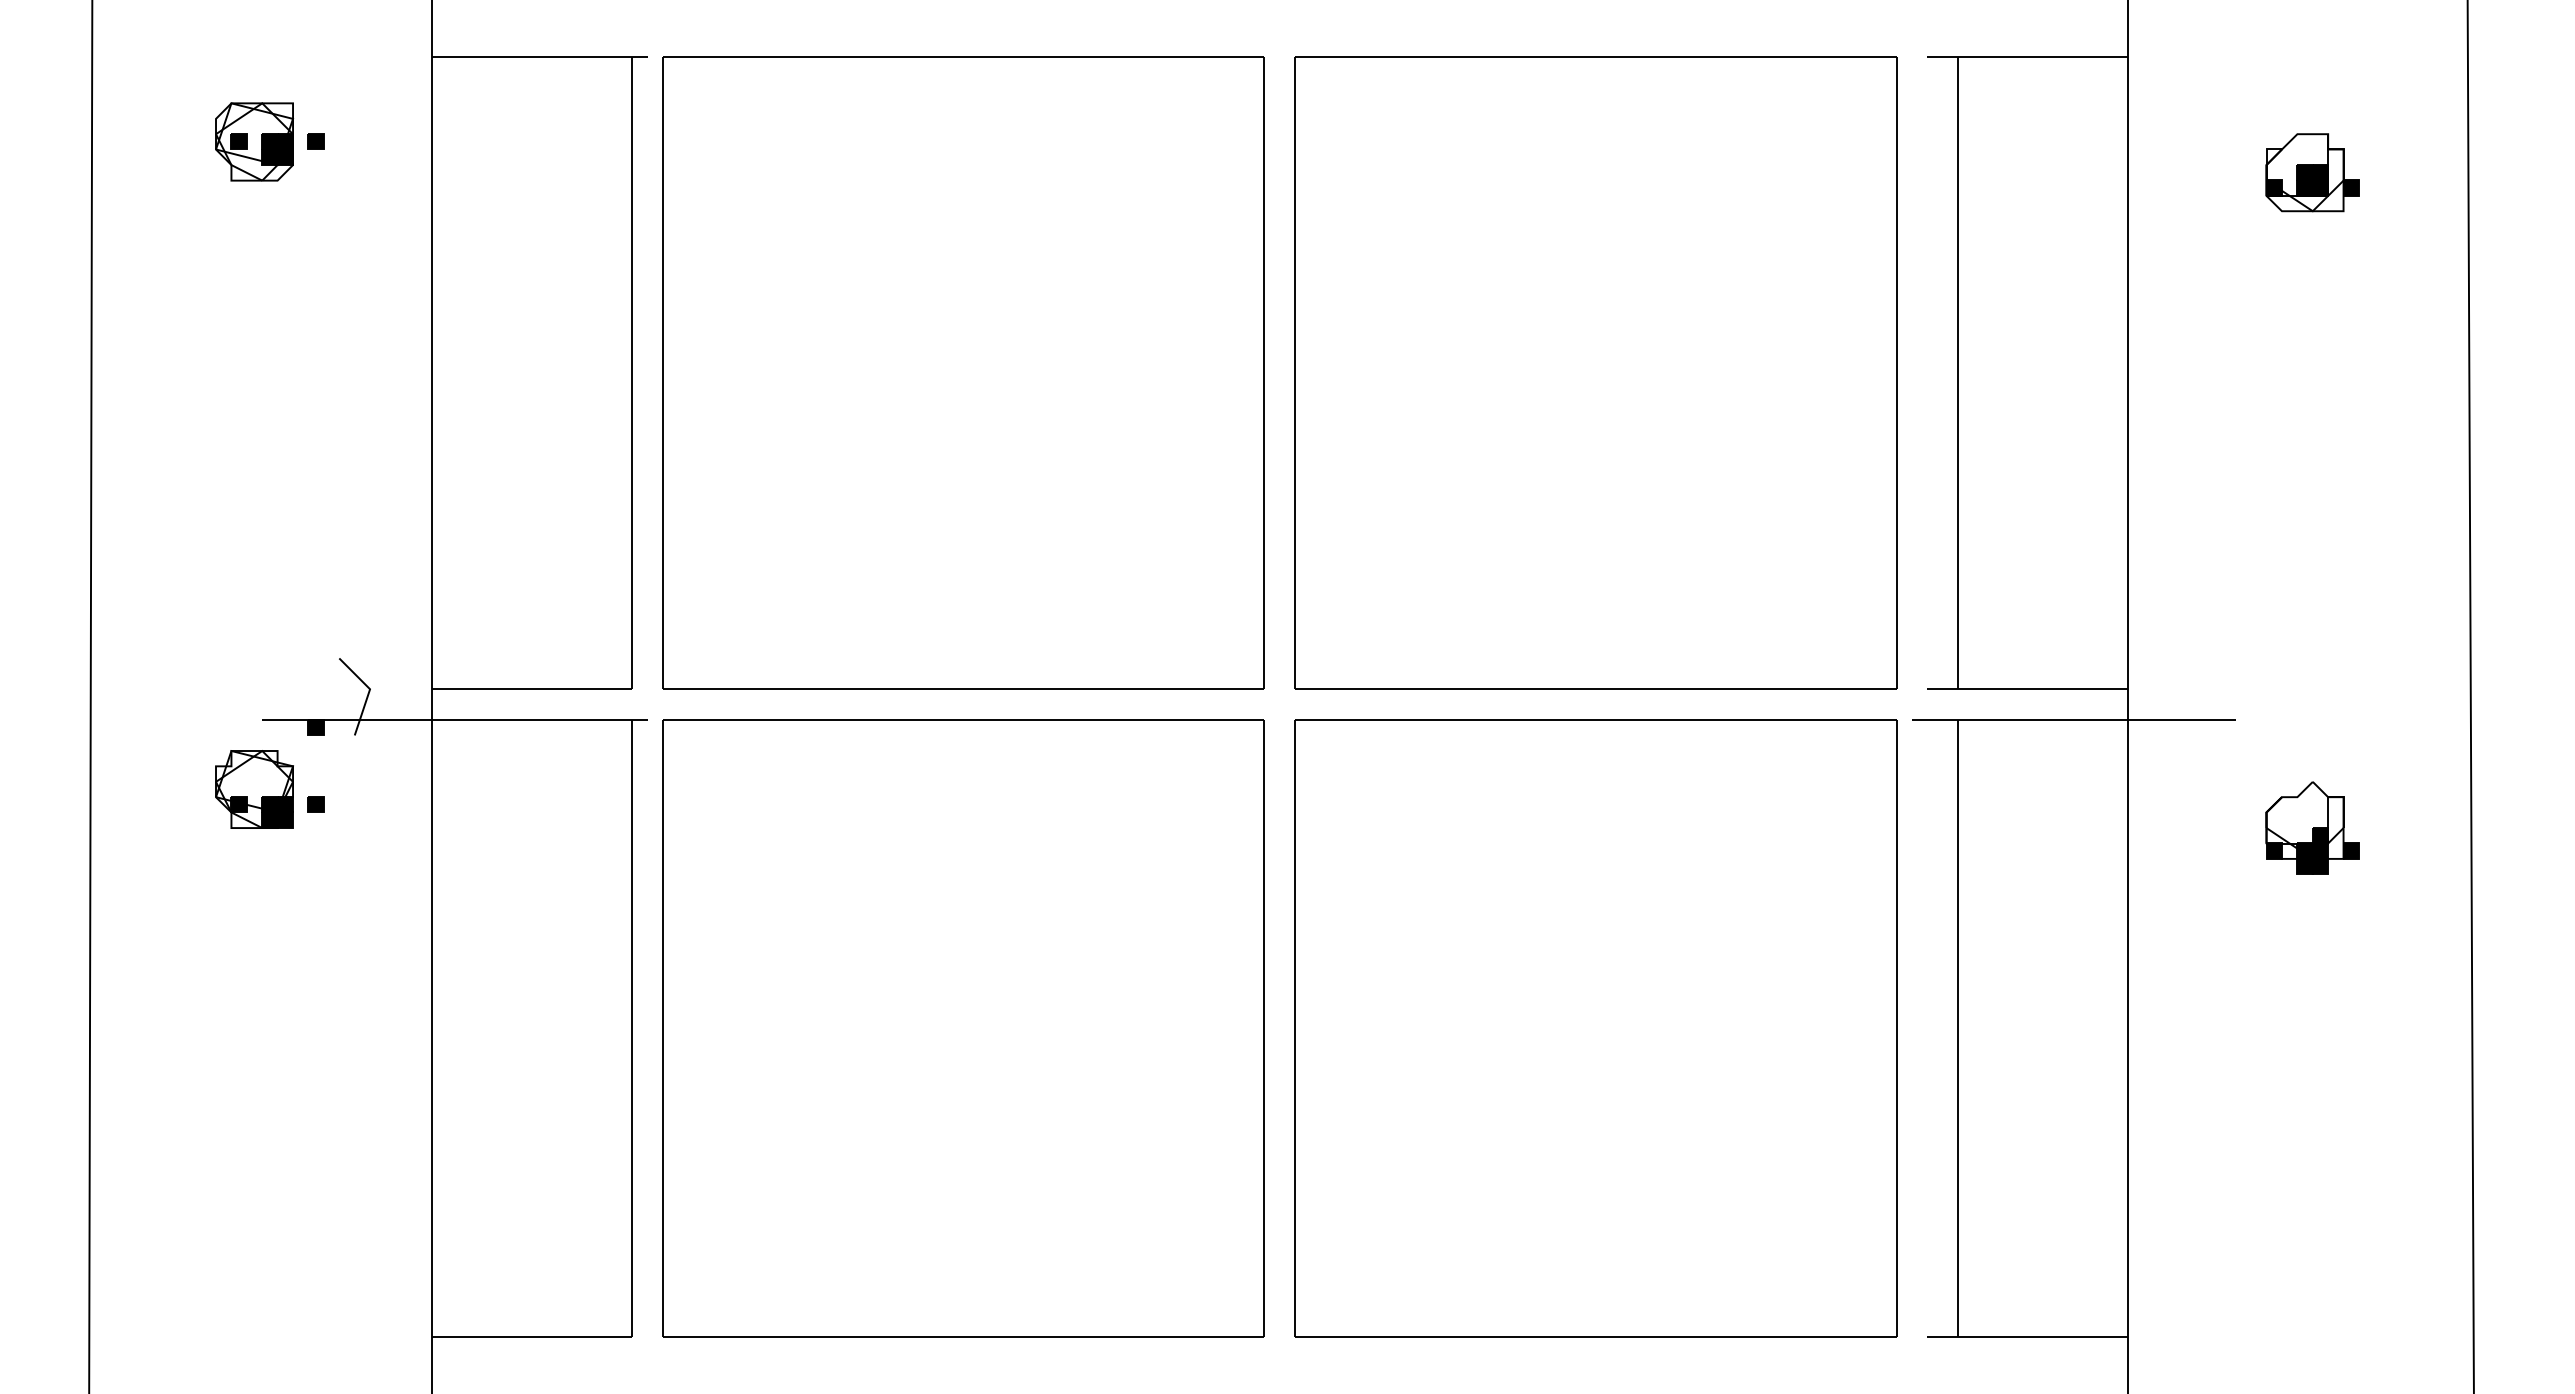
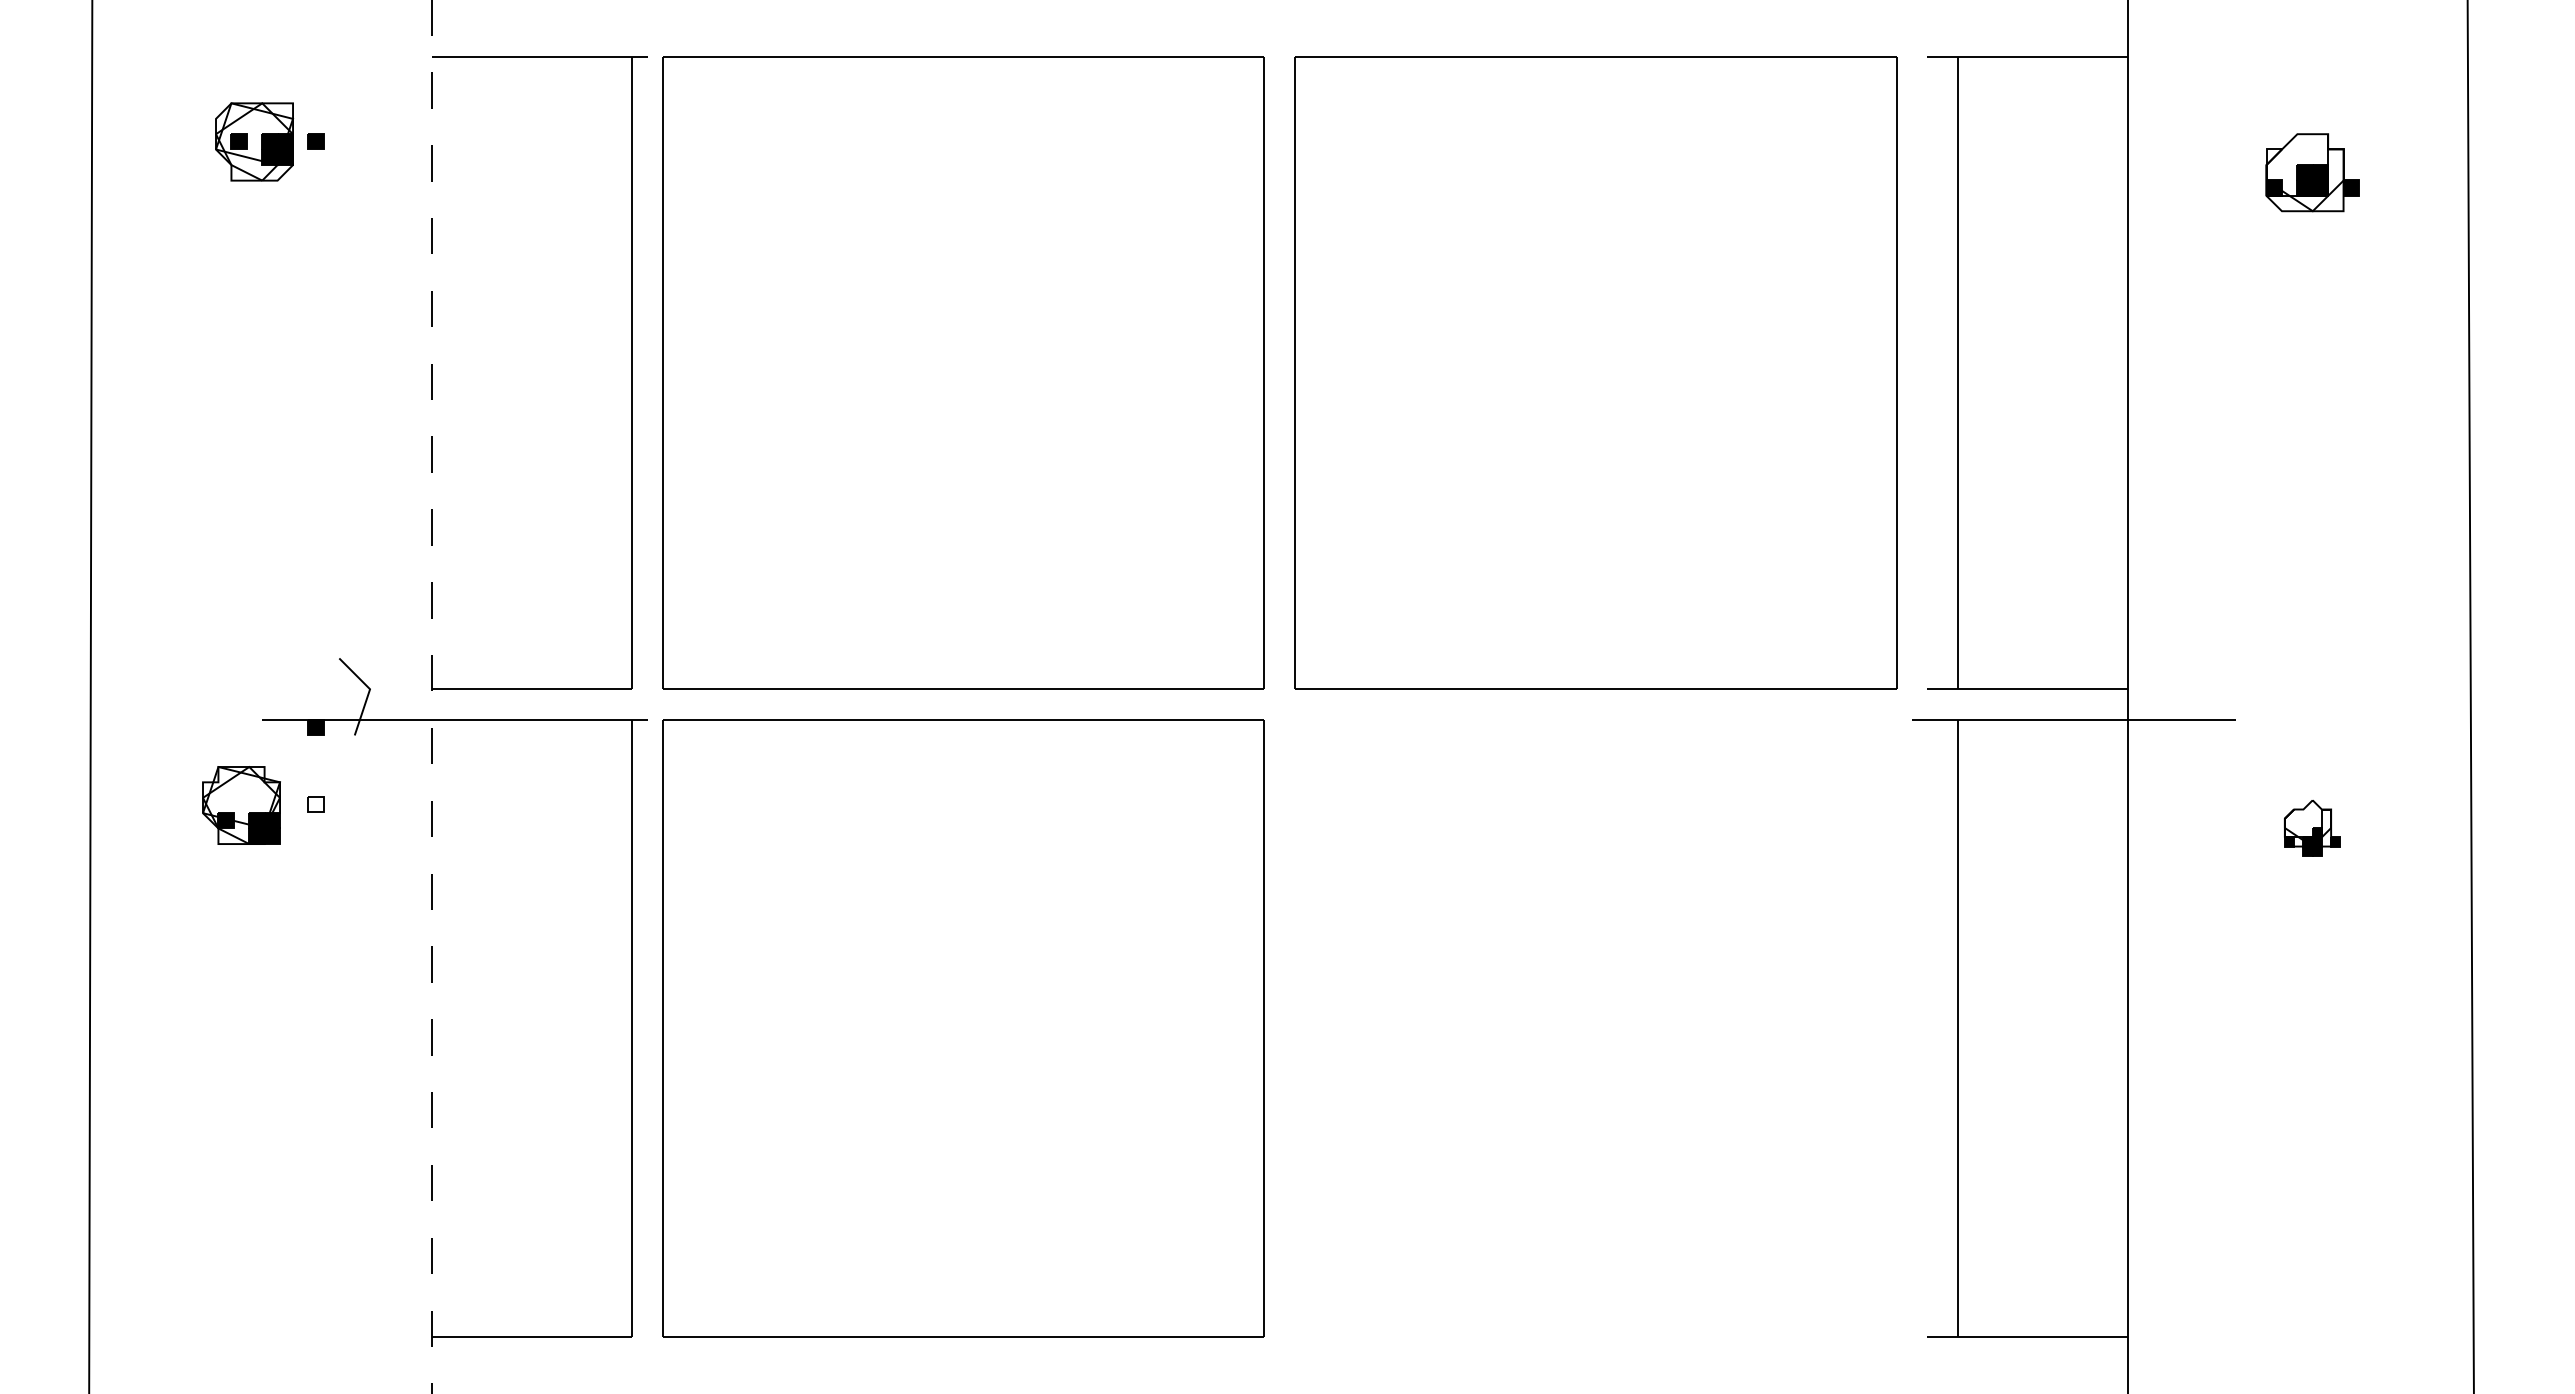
line at (431, 697): solid -> dashed
part at (254, 789) position: (254, 789) -> (241, 805)
fill at (315, 804): present -> none
part at (2312, 827) size: 95x94 px -> 57x58 px
part at (1595, 1028): present -> none
